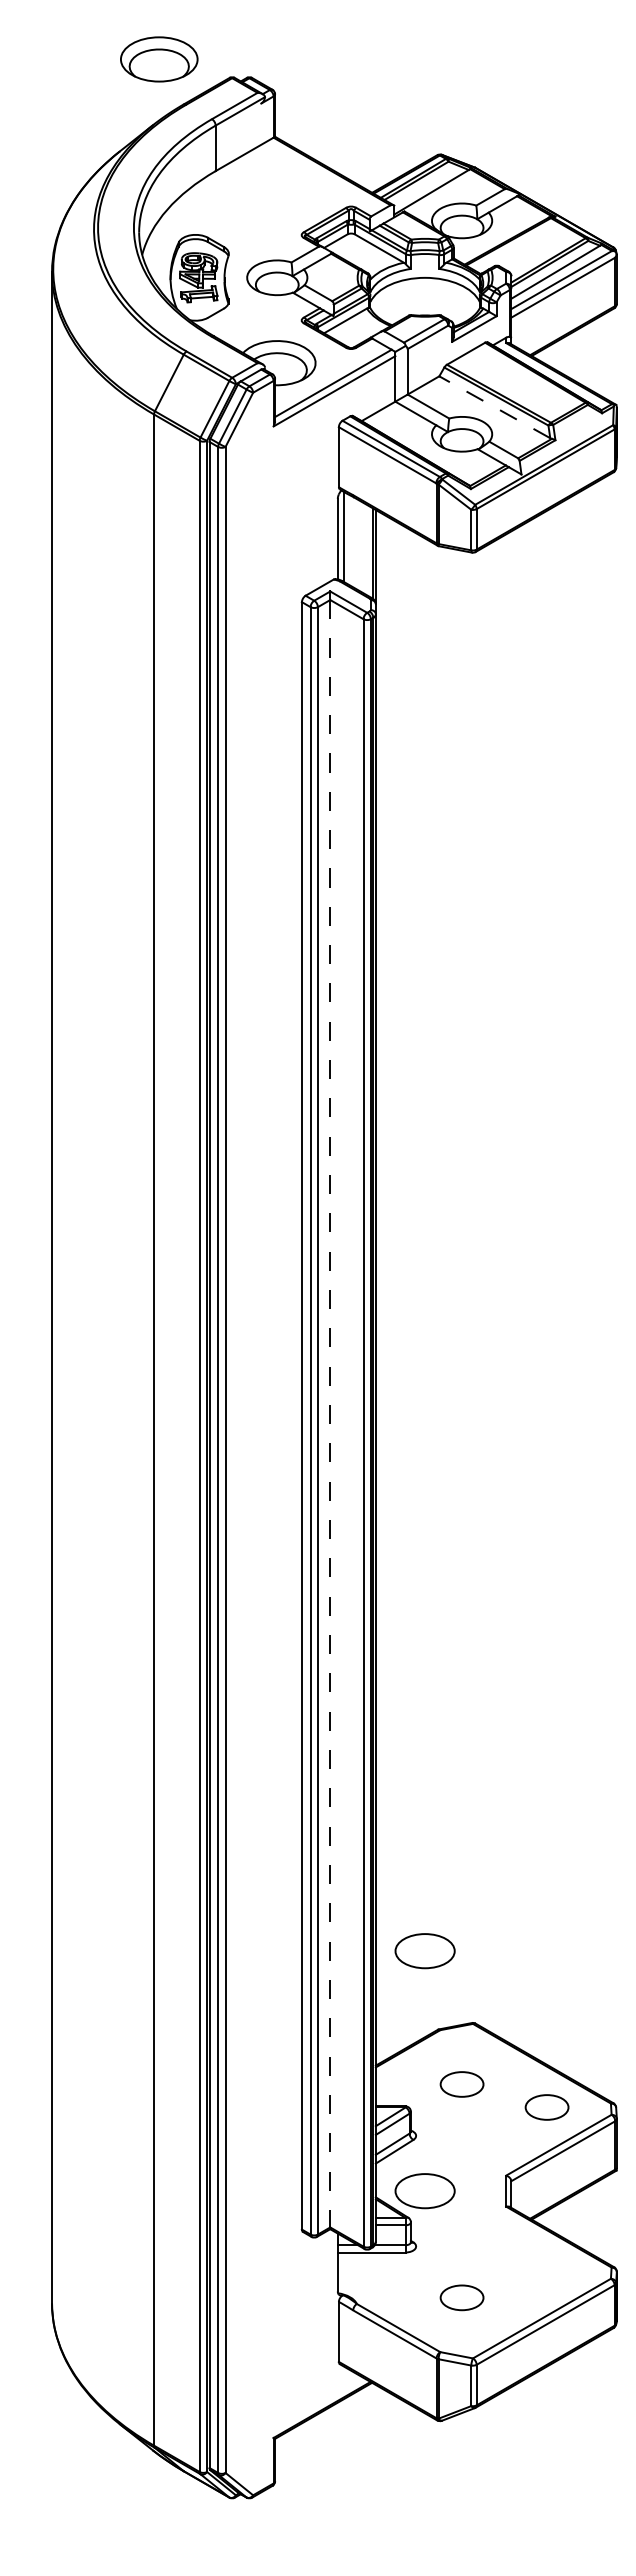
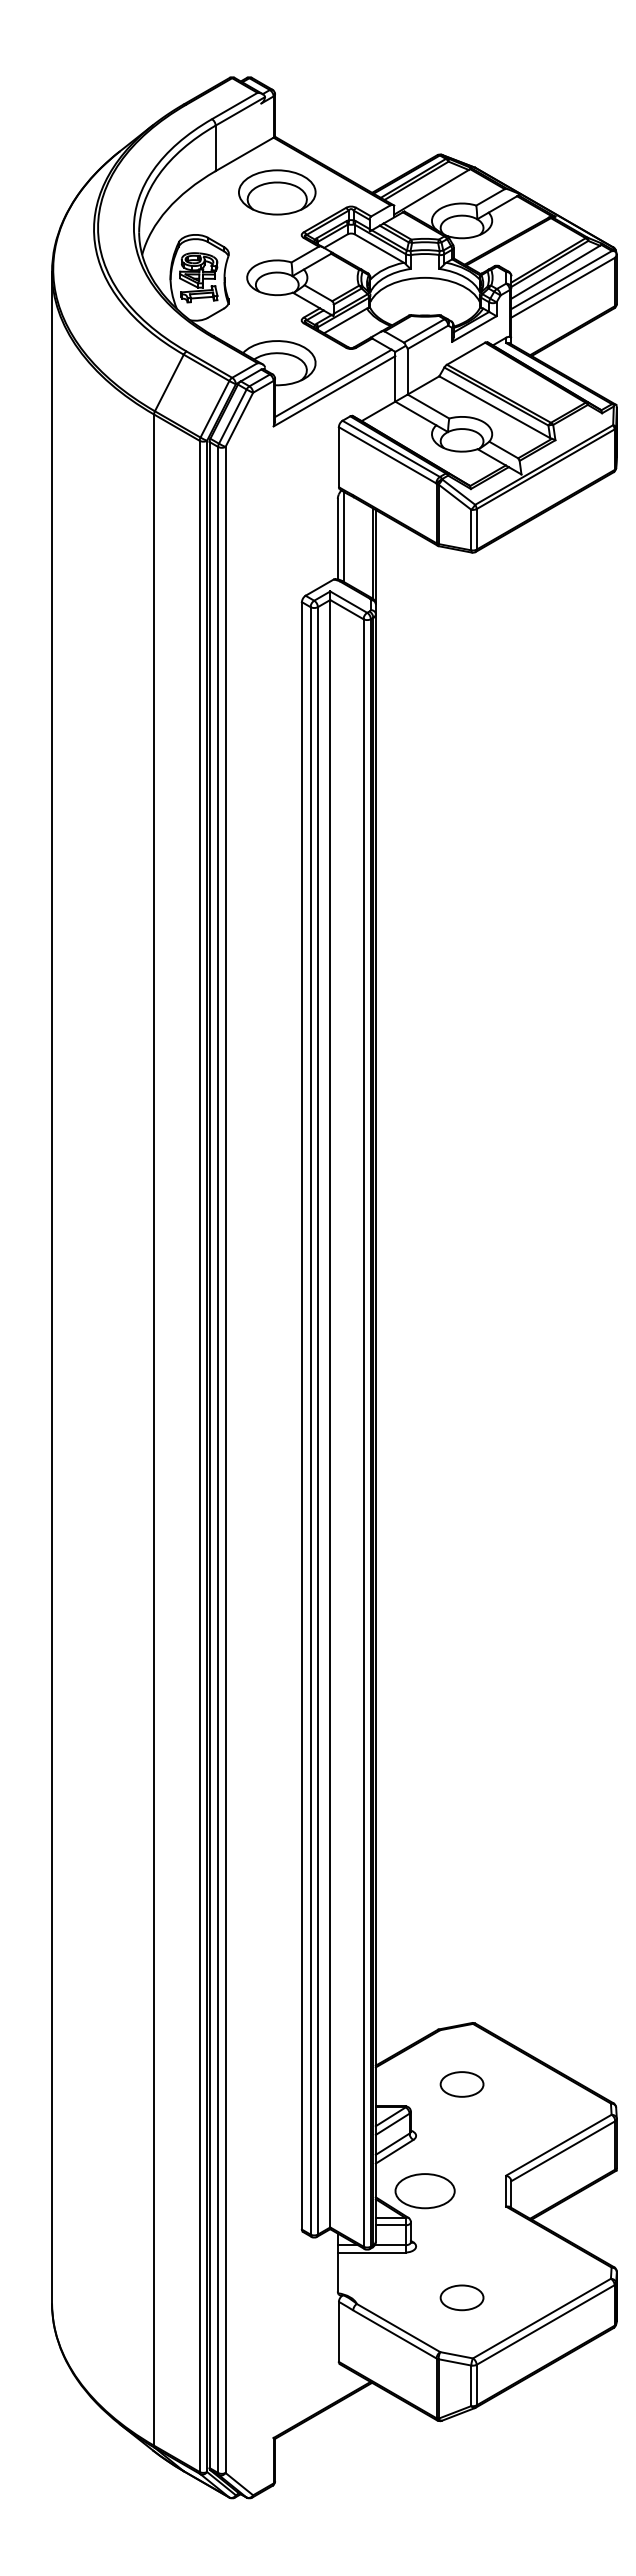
part at (159, 59) position: (159, 59) -> (277, 192)
line at (494, 407): dashed -> solid
line at (330, 1413): dashed -> solid
part at (424, 1951): present -> none
part at (546, 2107): present -> none
